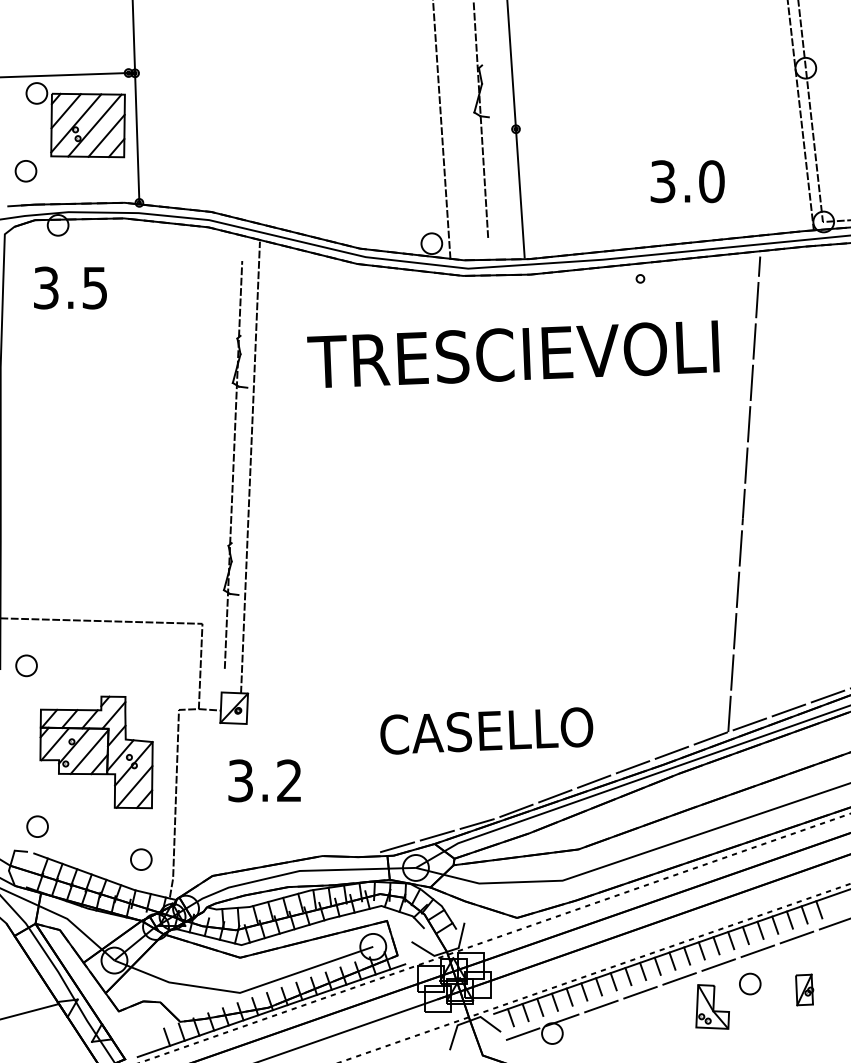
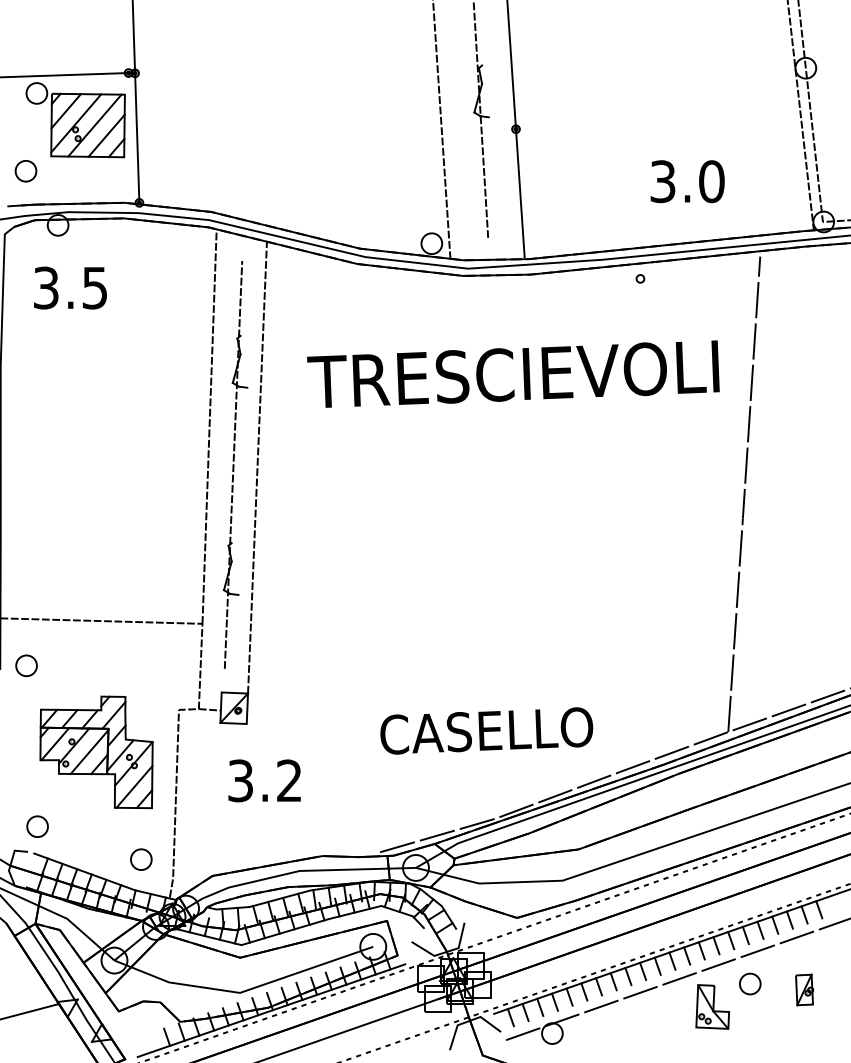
text at (513, 353) position: (513, 353) -> (513, 373)
line at (209, 426): none -> present
line at (250, 467) position: (250, 467) -> (257, 467)
